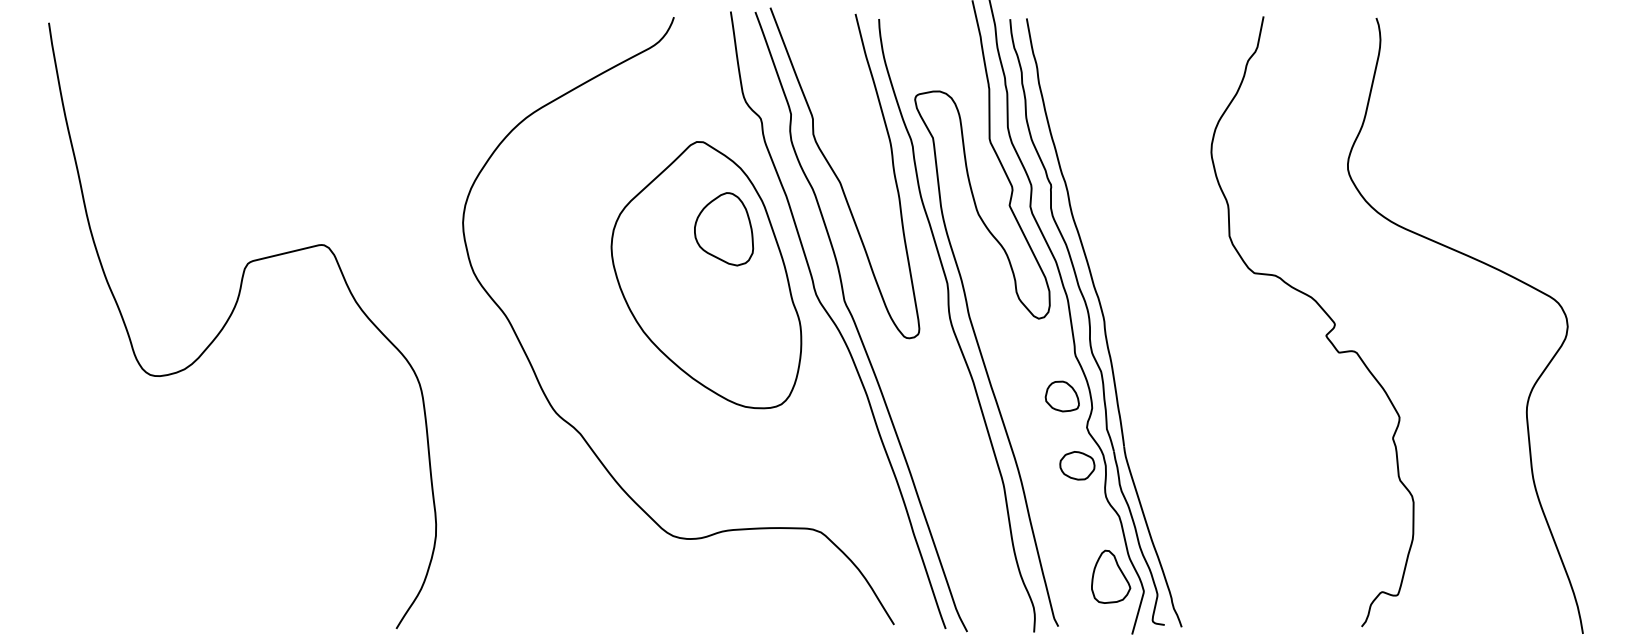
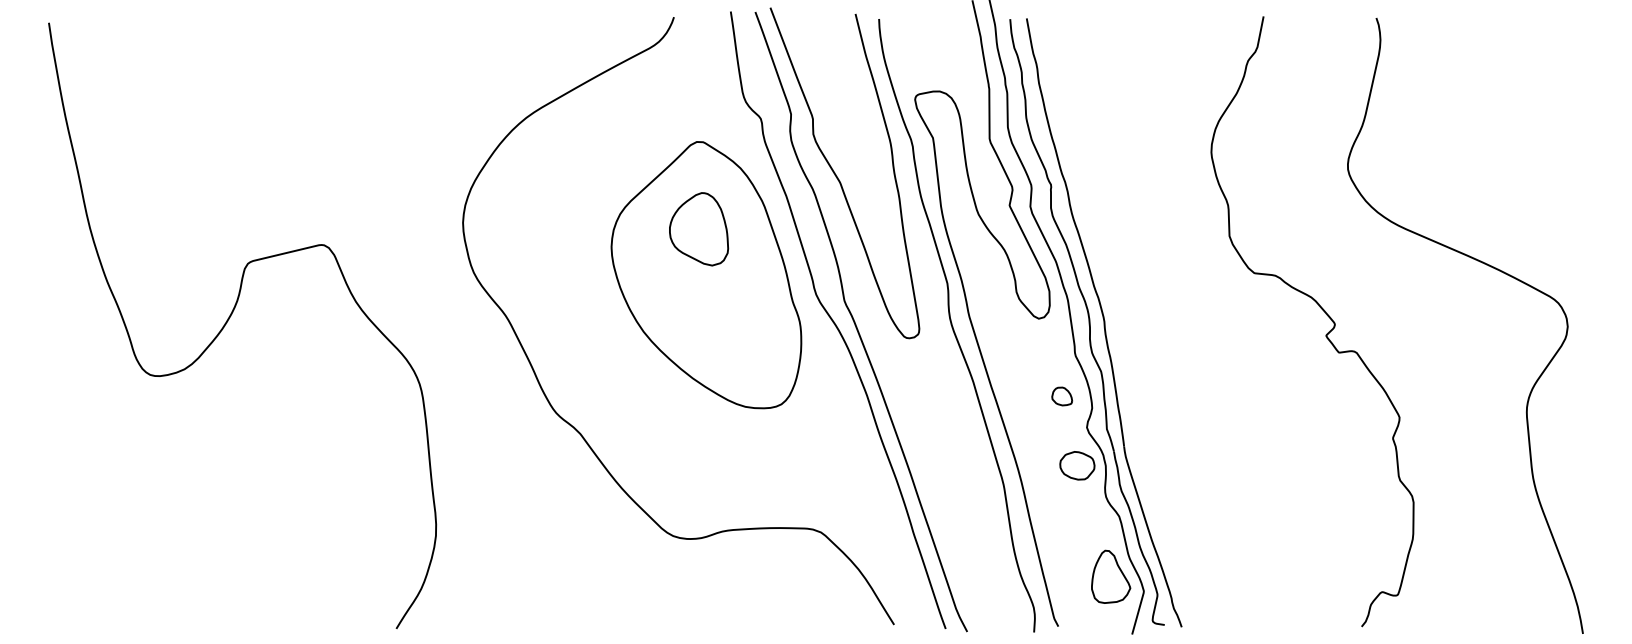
part at (724, 229) position: (724, 229) -> (699, 229)
part at (1061, 396) size: 36x33 px -> 22x21 px
